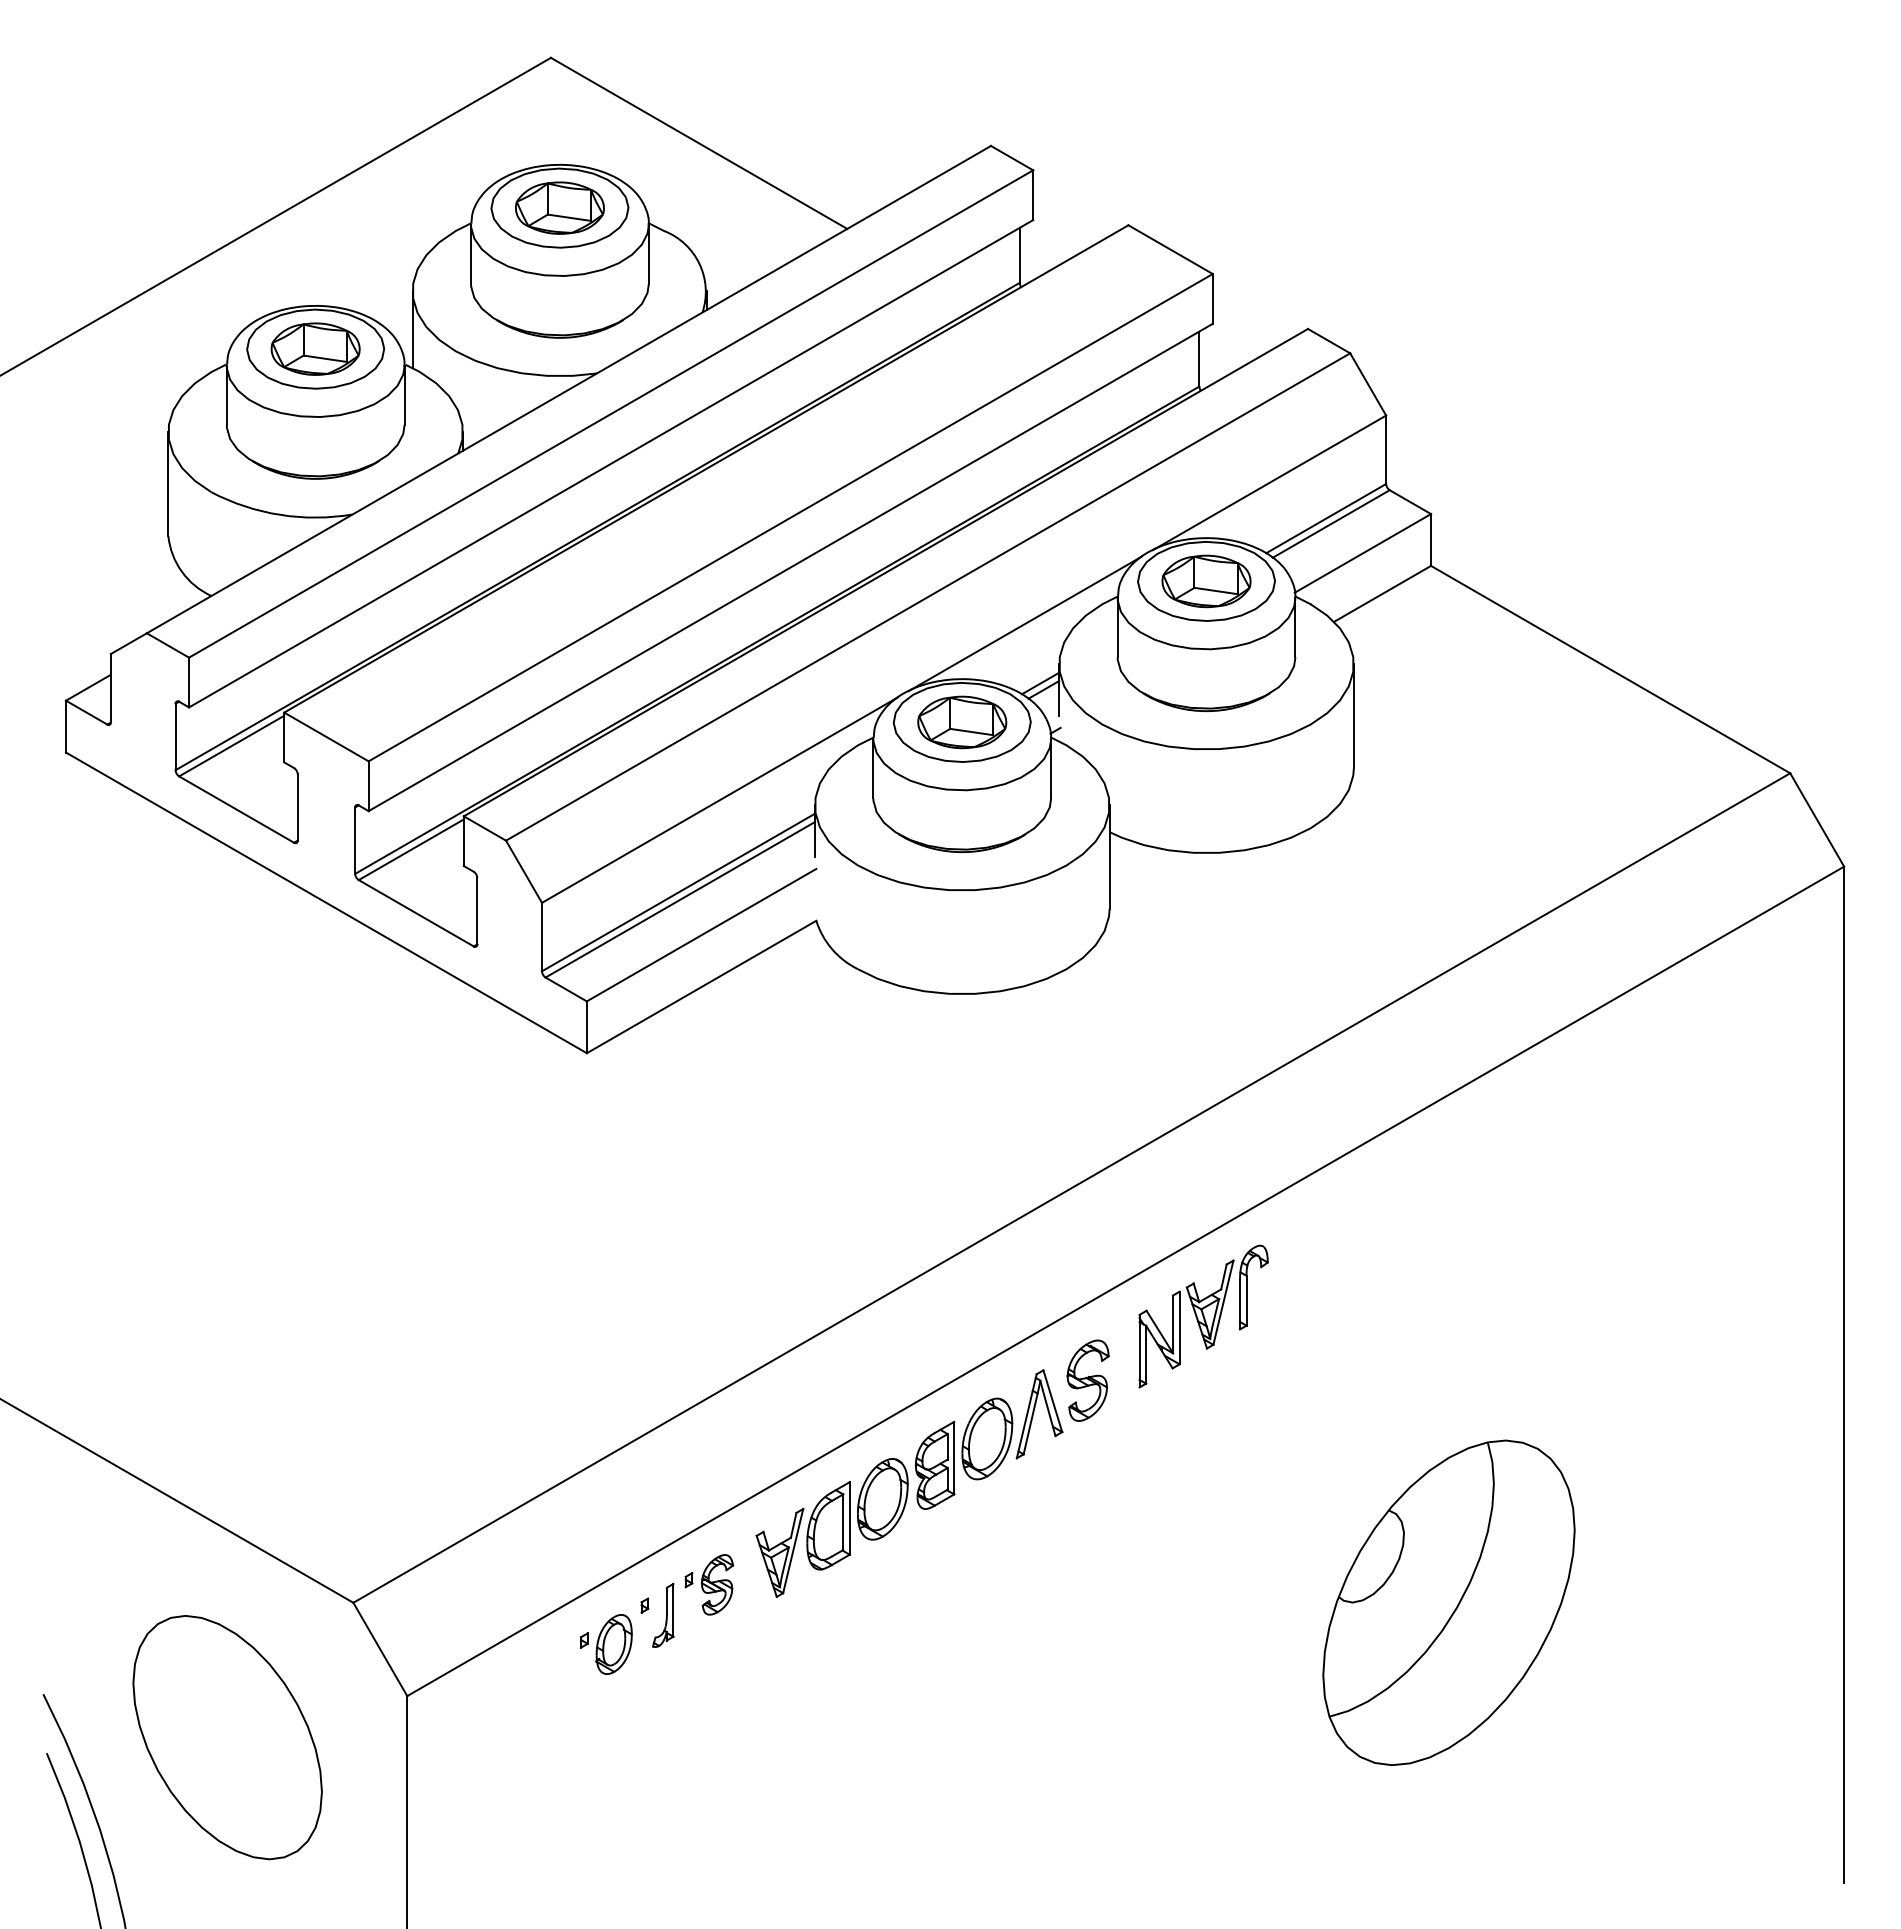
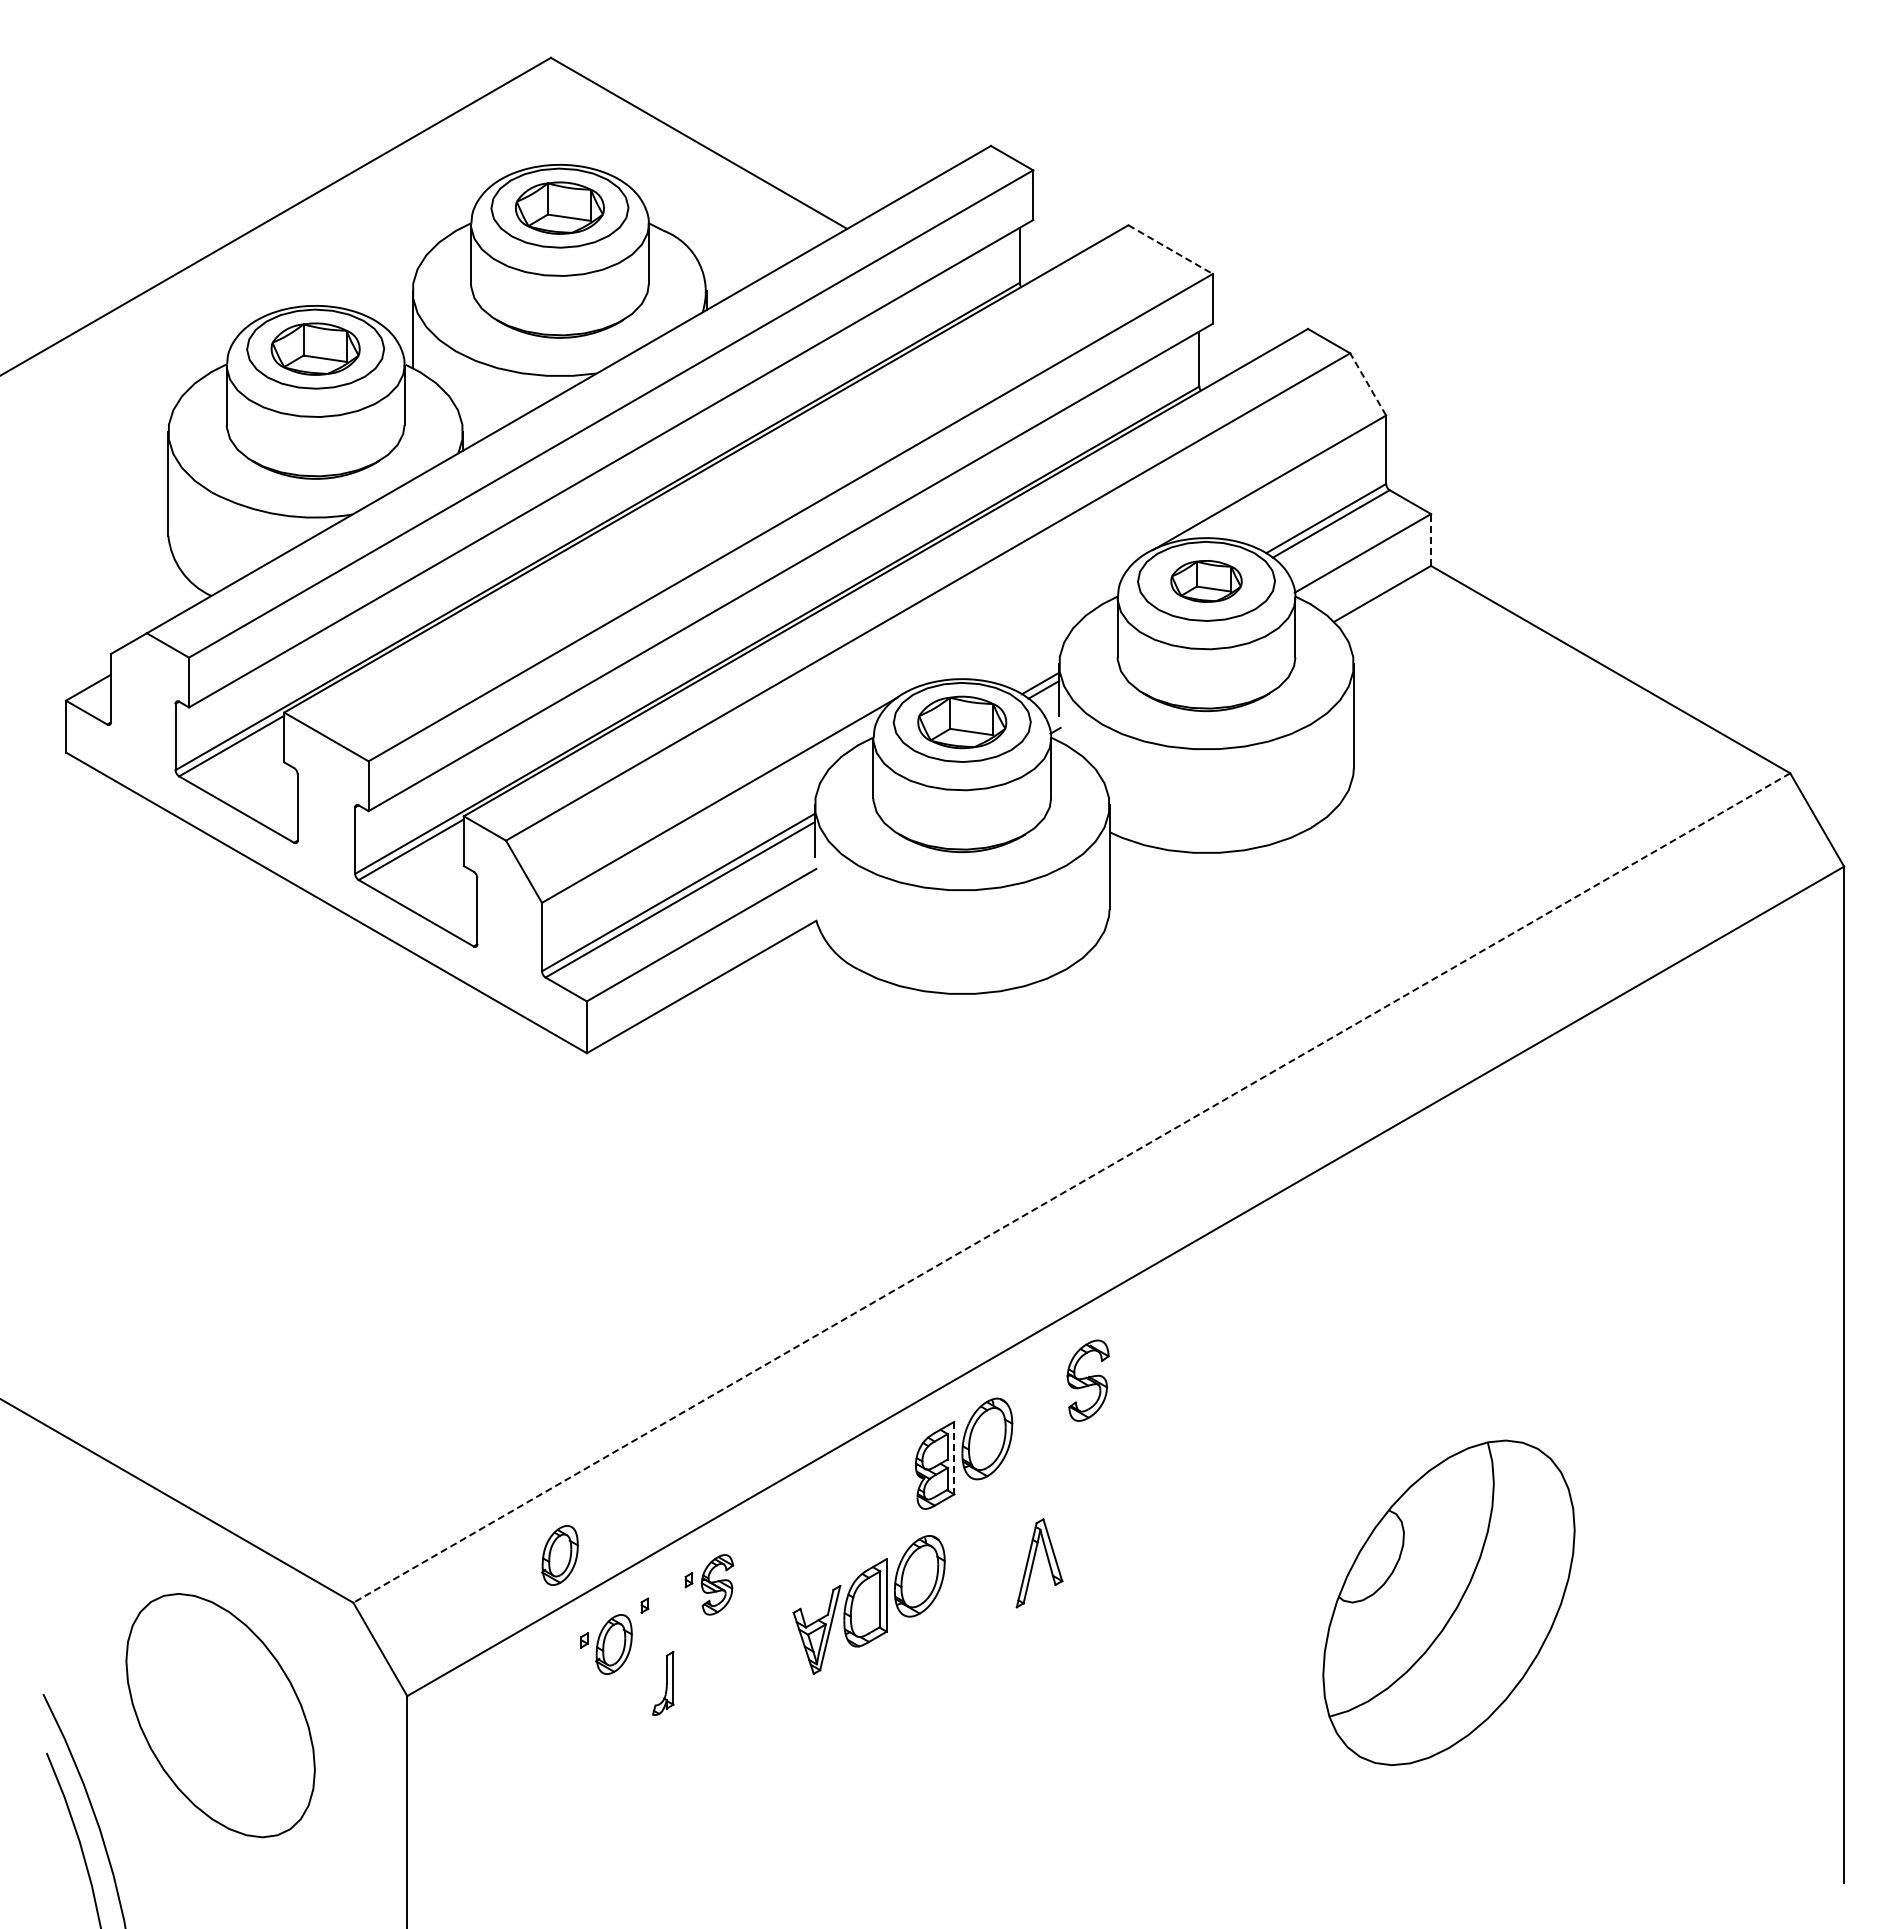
line at (1170, 249): solid -> dashed
line at (1368, 384): solid -> dashed
line at (1431, 539): solid -> dashed
part at (1206, 581) size: 91x55 px -> 73x43 px
line at (1024, 623): present -> none
line at (1071, 1188): solid -> dashed
part at (1203, 1316): present -> none
part at (1039, 1414) position: (1039, 1414) -> (1039, 1563)
line at (954, 1458): solid -> dashed
part at (831, 1527) position: (831, 1527) -> (868, 1604)
part at (559, 1555): none -> present
part at (663, 1614) position: (663, 1614) -> (663, 1682)
part at (227, 1737) position: (227, 1737) -> (220, 1715)
